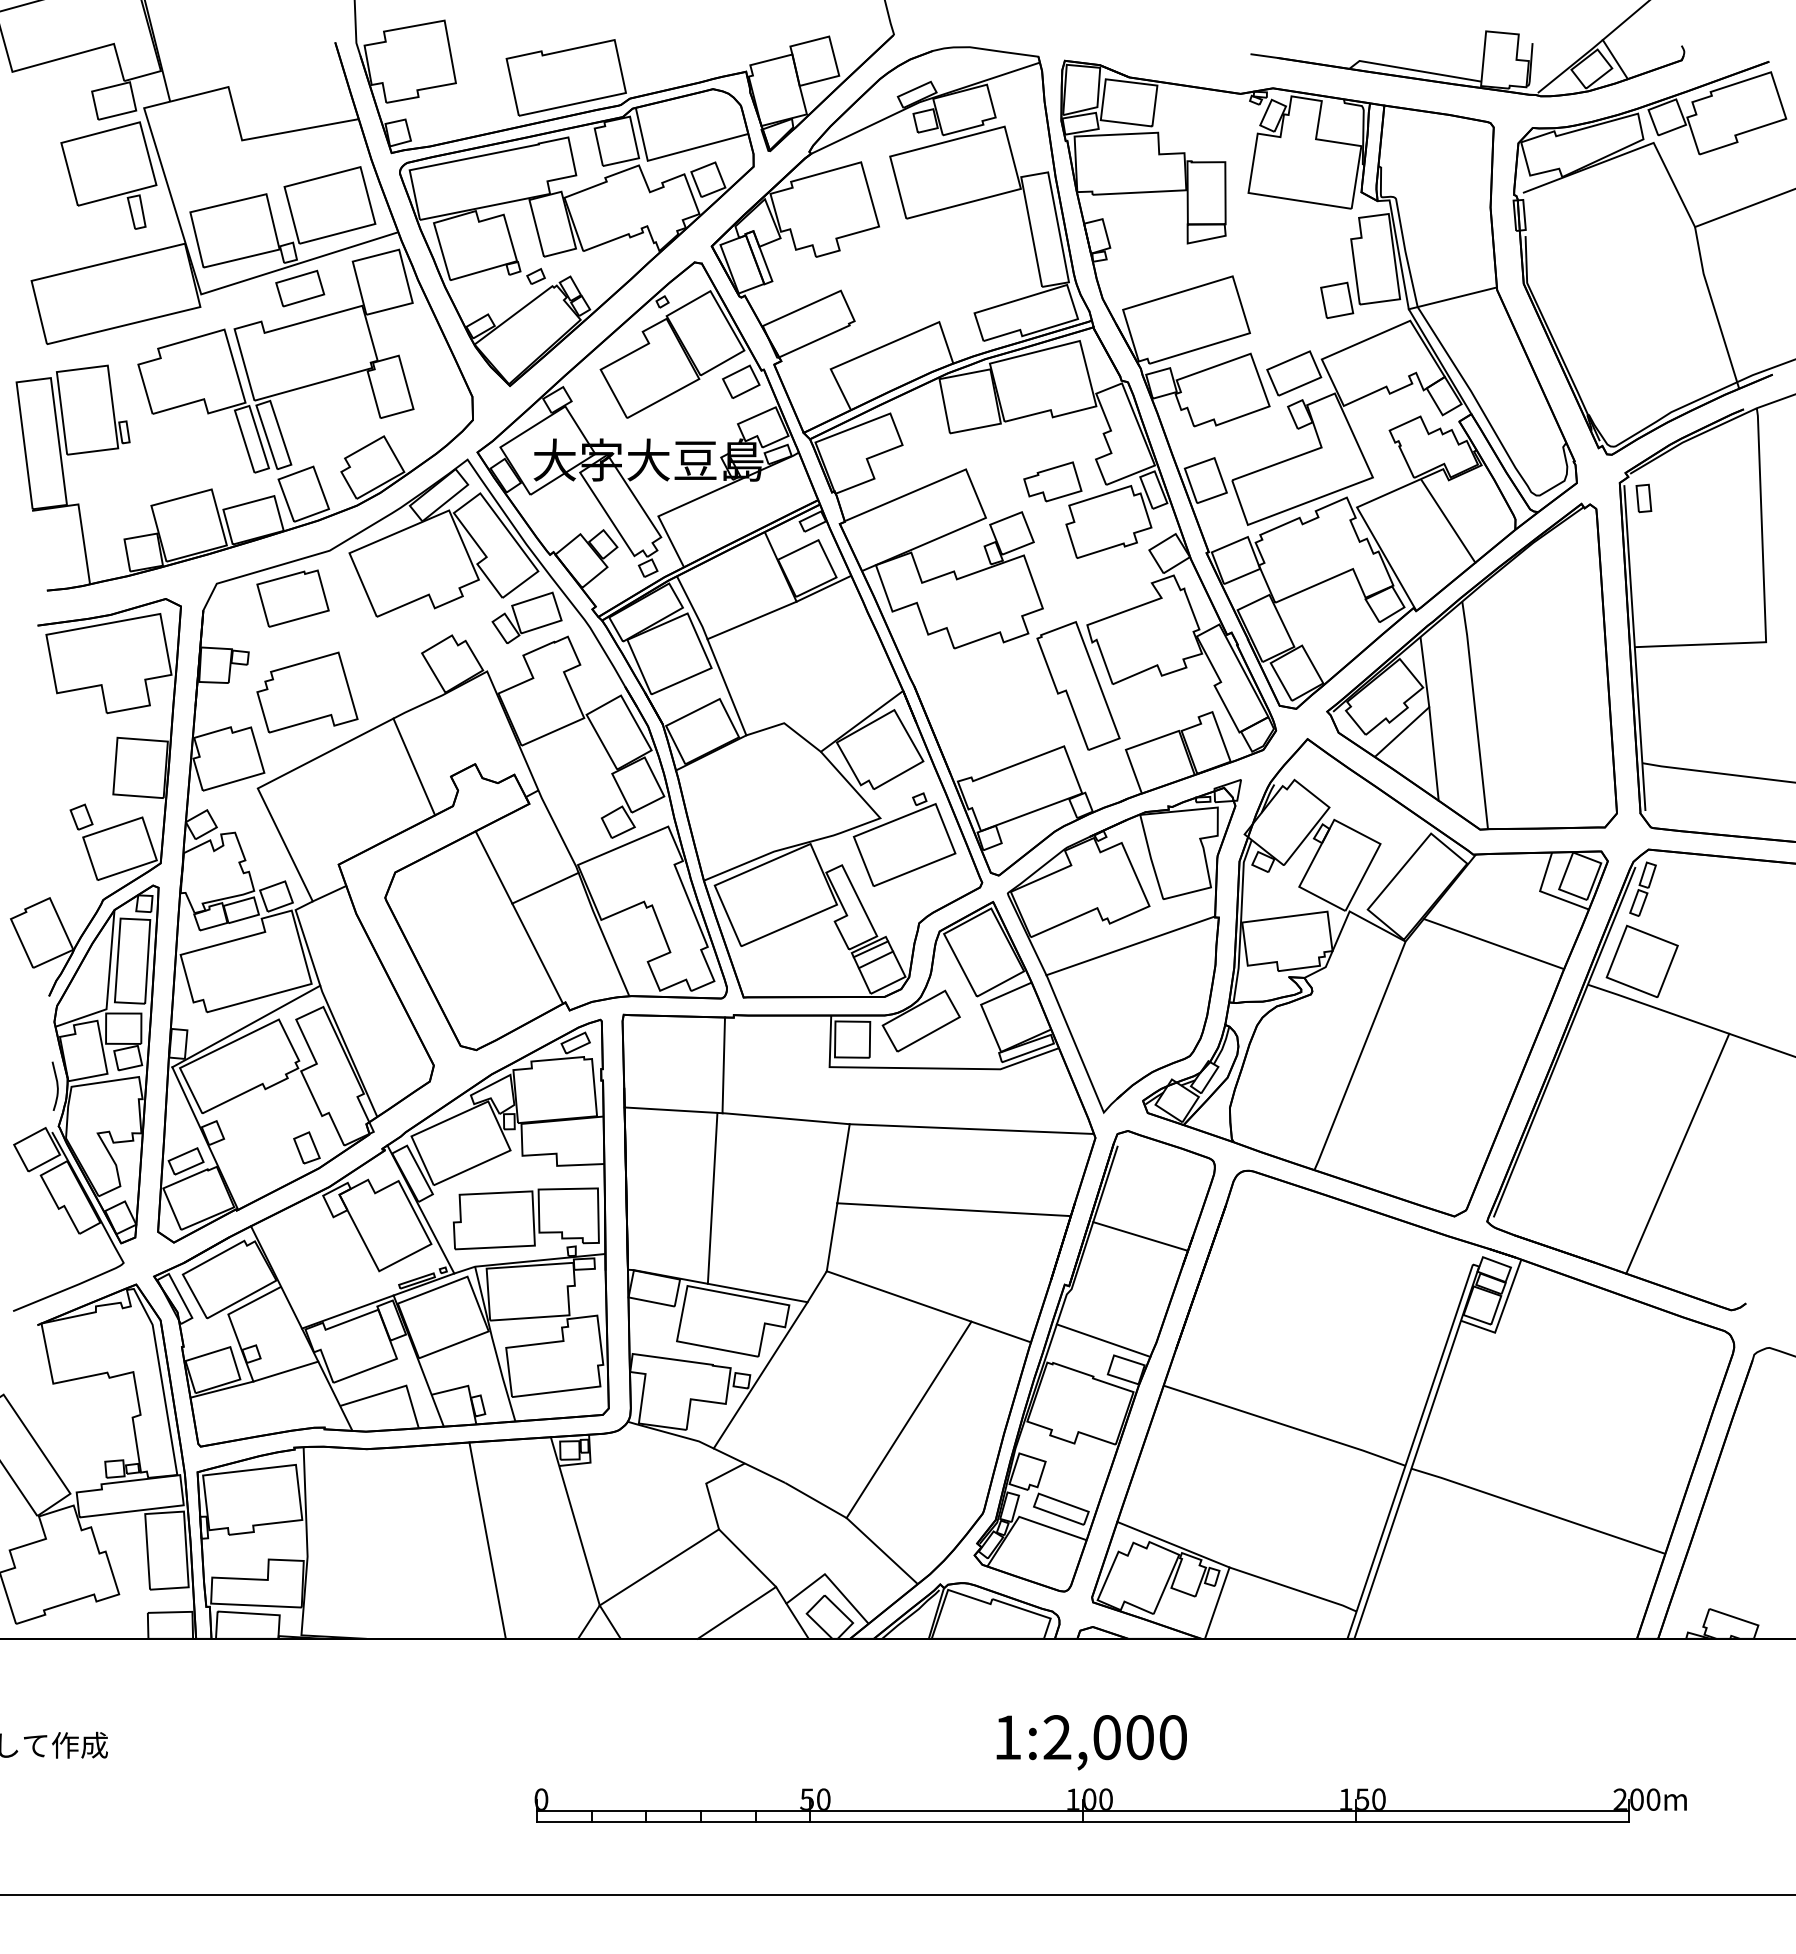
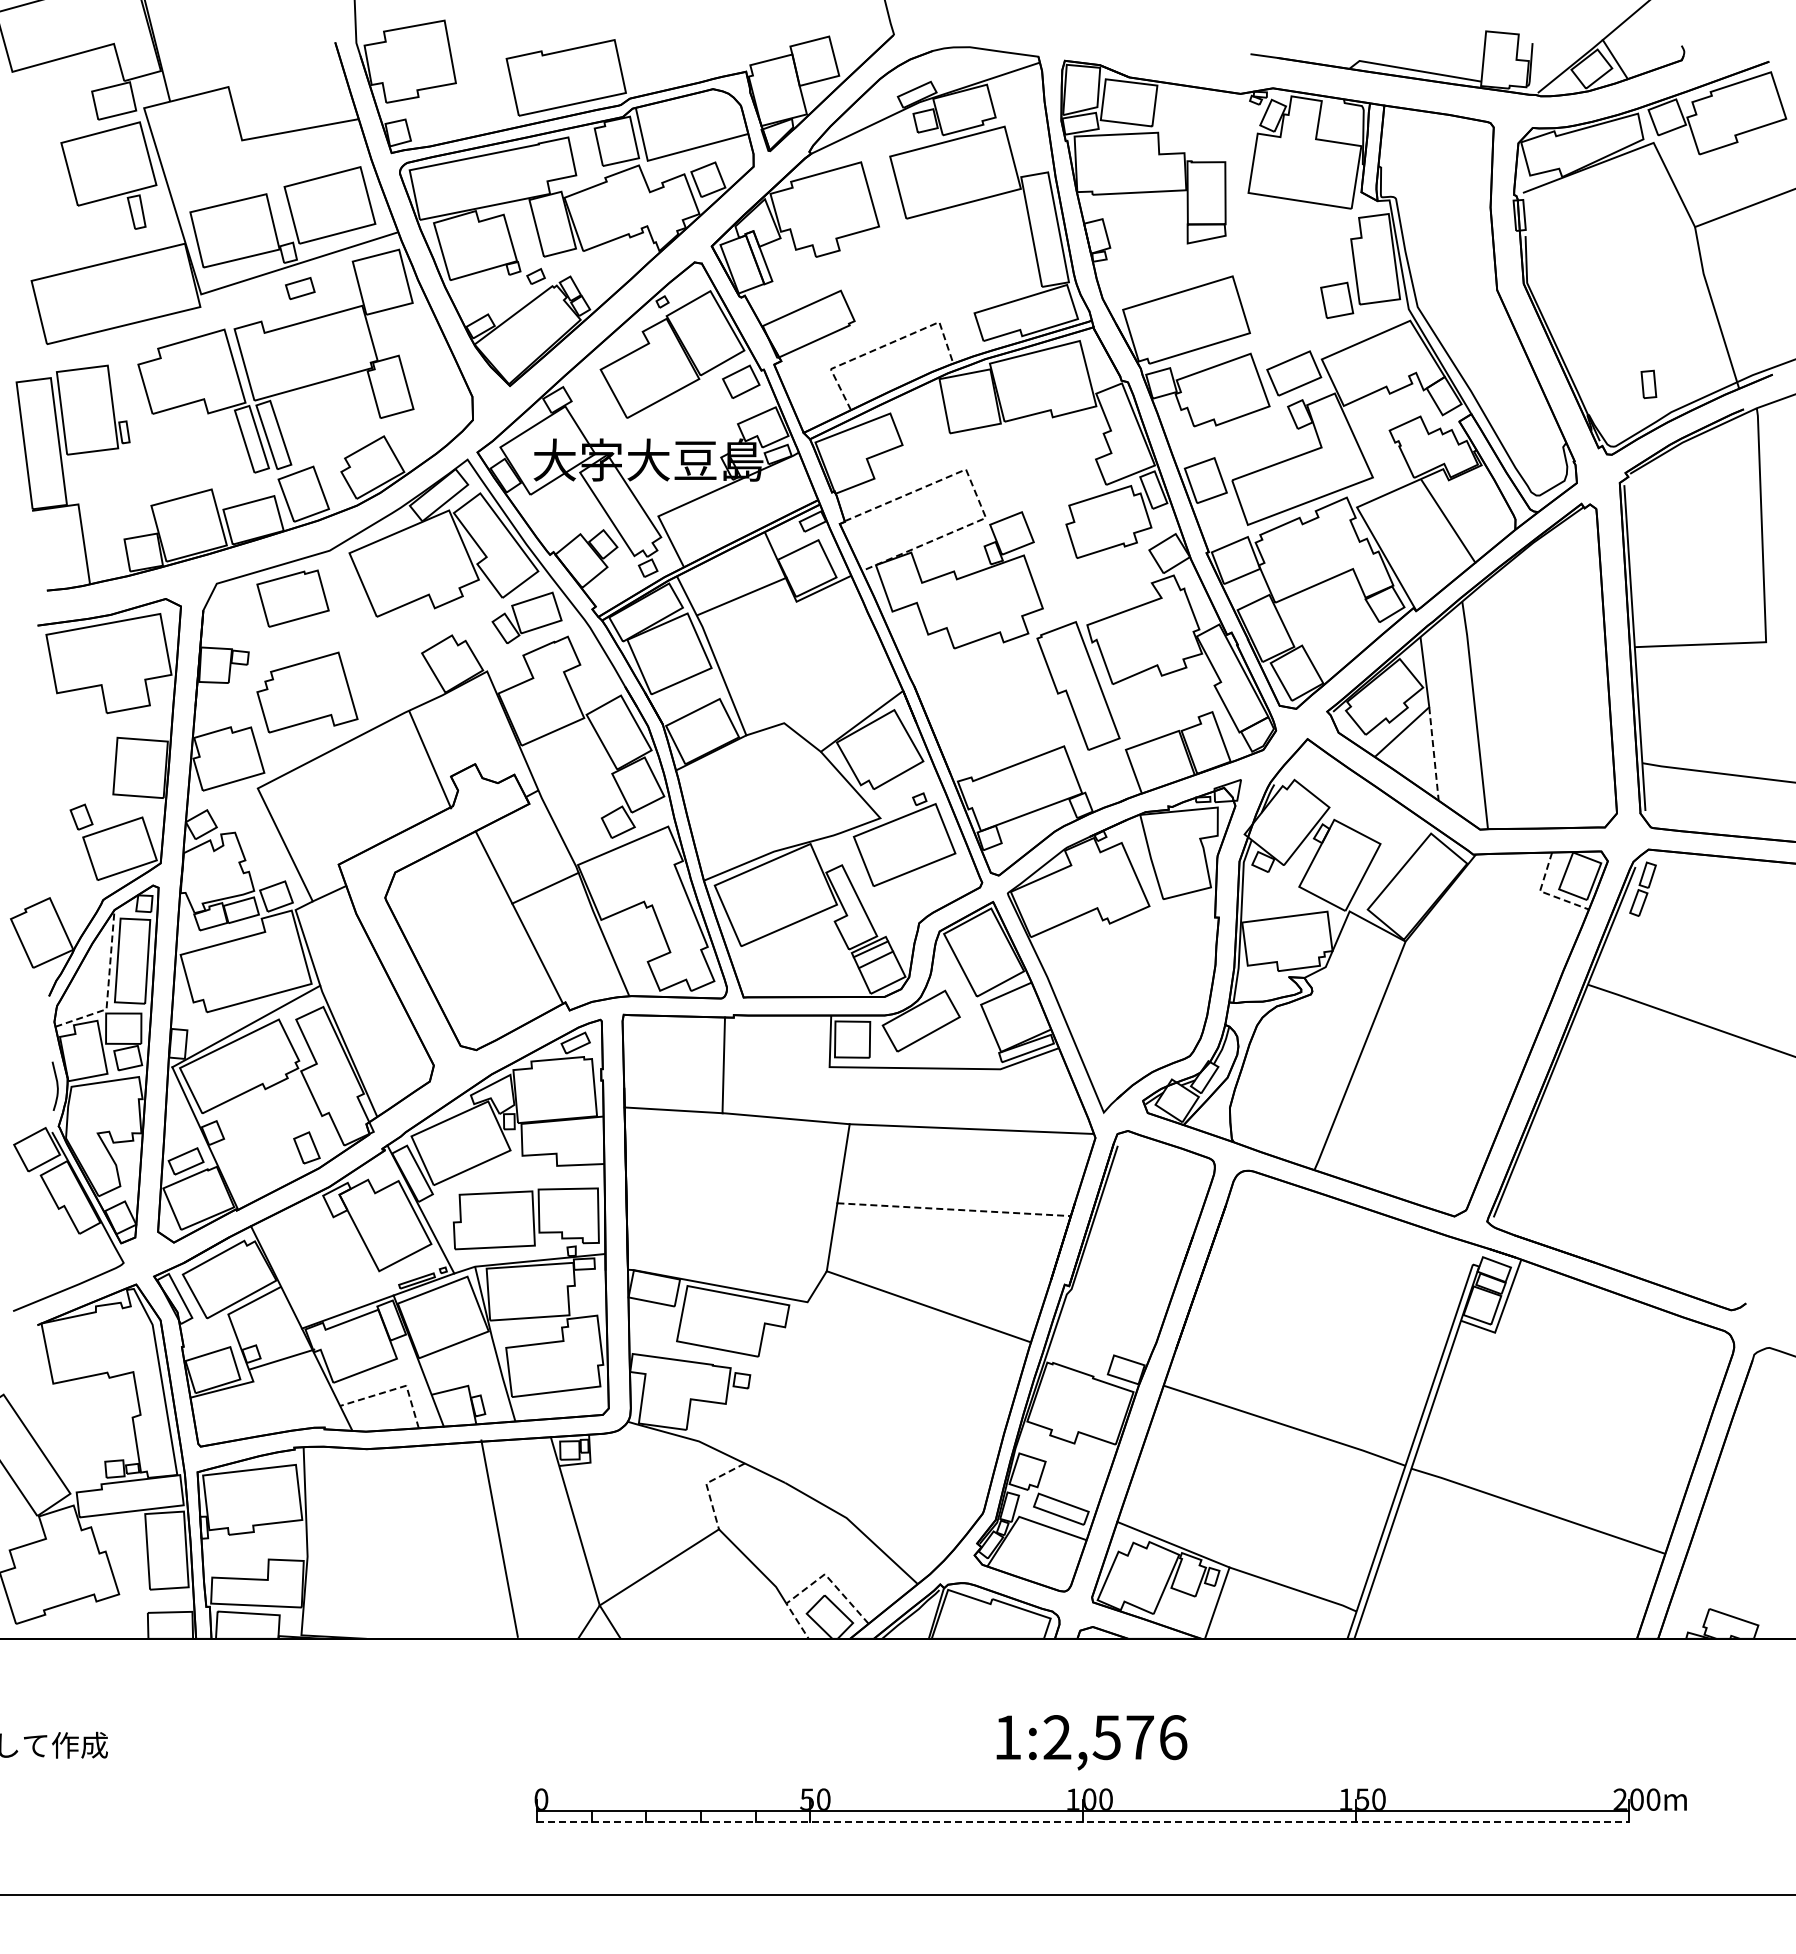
part at (300, 288) size: 51x39 px -> 31x24 px
line at (1452, 298): present -> none
line at (884, 345): solid -> dashed
part at (1052, 481): present -> none
line at (976, 495): solid -> dashed
part at (1643, 498) position: (1643, 498) -> (1648, 384)
line at (751, 620) position: (751, 620) -> (741, 596)
line at (1434, 753): solid -> dashed
line at (414, 766) position: (414, 766) -> (430, 759)
line at (1545, 893): solid -> dashed
line at (1493, 944): present -> none
line at (1130, 945): present -> none
part at (1641, 960): present -> none
line at (108, 987): solid -> dashed
line at (1677, 1153): present -> none
line at (712, 1197): present -> none
line at (954, 1209): solid -> dashed
line at (1140, 1236): present -> none
line at (1103, 1340): present -> none
line at (285, 1371) position: (285, 1371) -> (281, 1359)
line at (760, 1375): present -> none
line at (395, 1389): solid -> dashed
line at (908, 1419): present -> none
line at (706, 1485): solid -> dashed
line at (487, 1540) position: (487, 1540) -> (499, 1538)
line at (815, 1581): solid -> dashed
line at (736, 1612): present -> none
text at (1139, 1737): 1:2,000 -> 1:2,576
line at (1082, 1822): solid -> dashed
